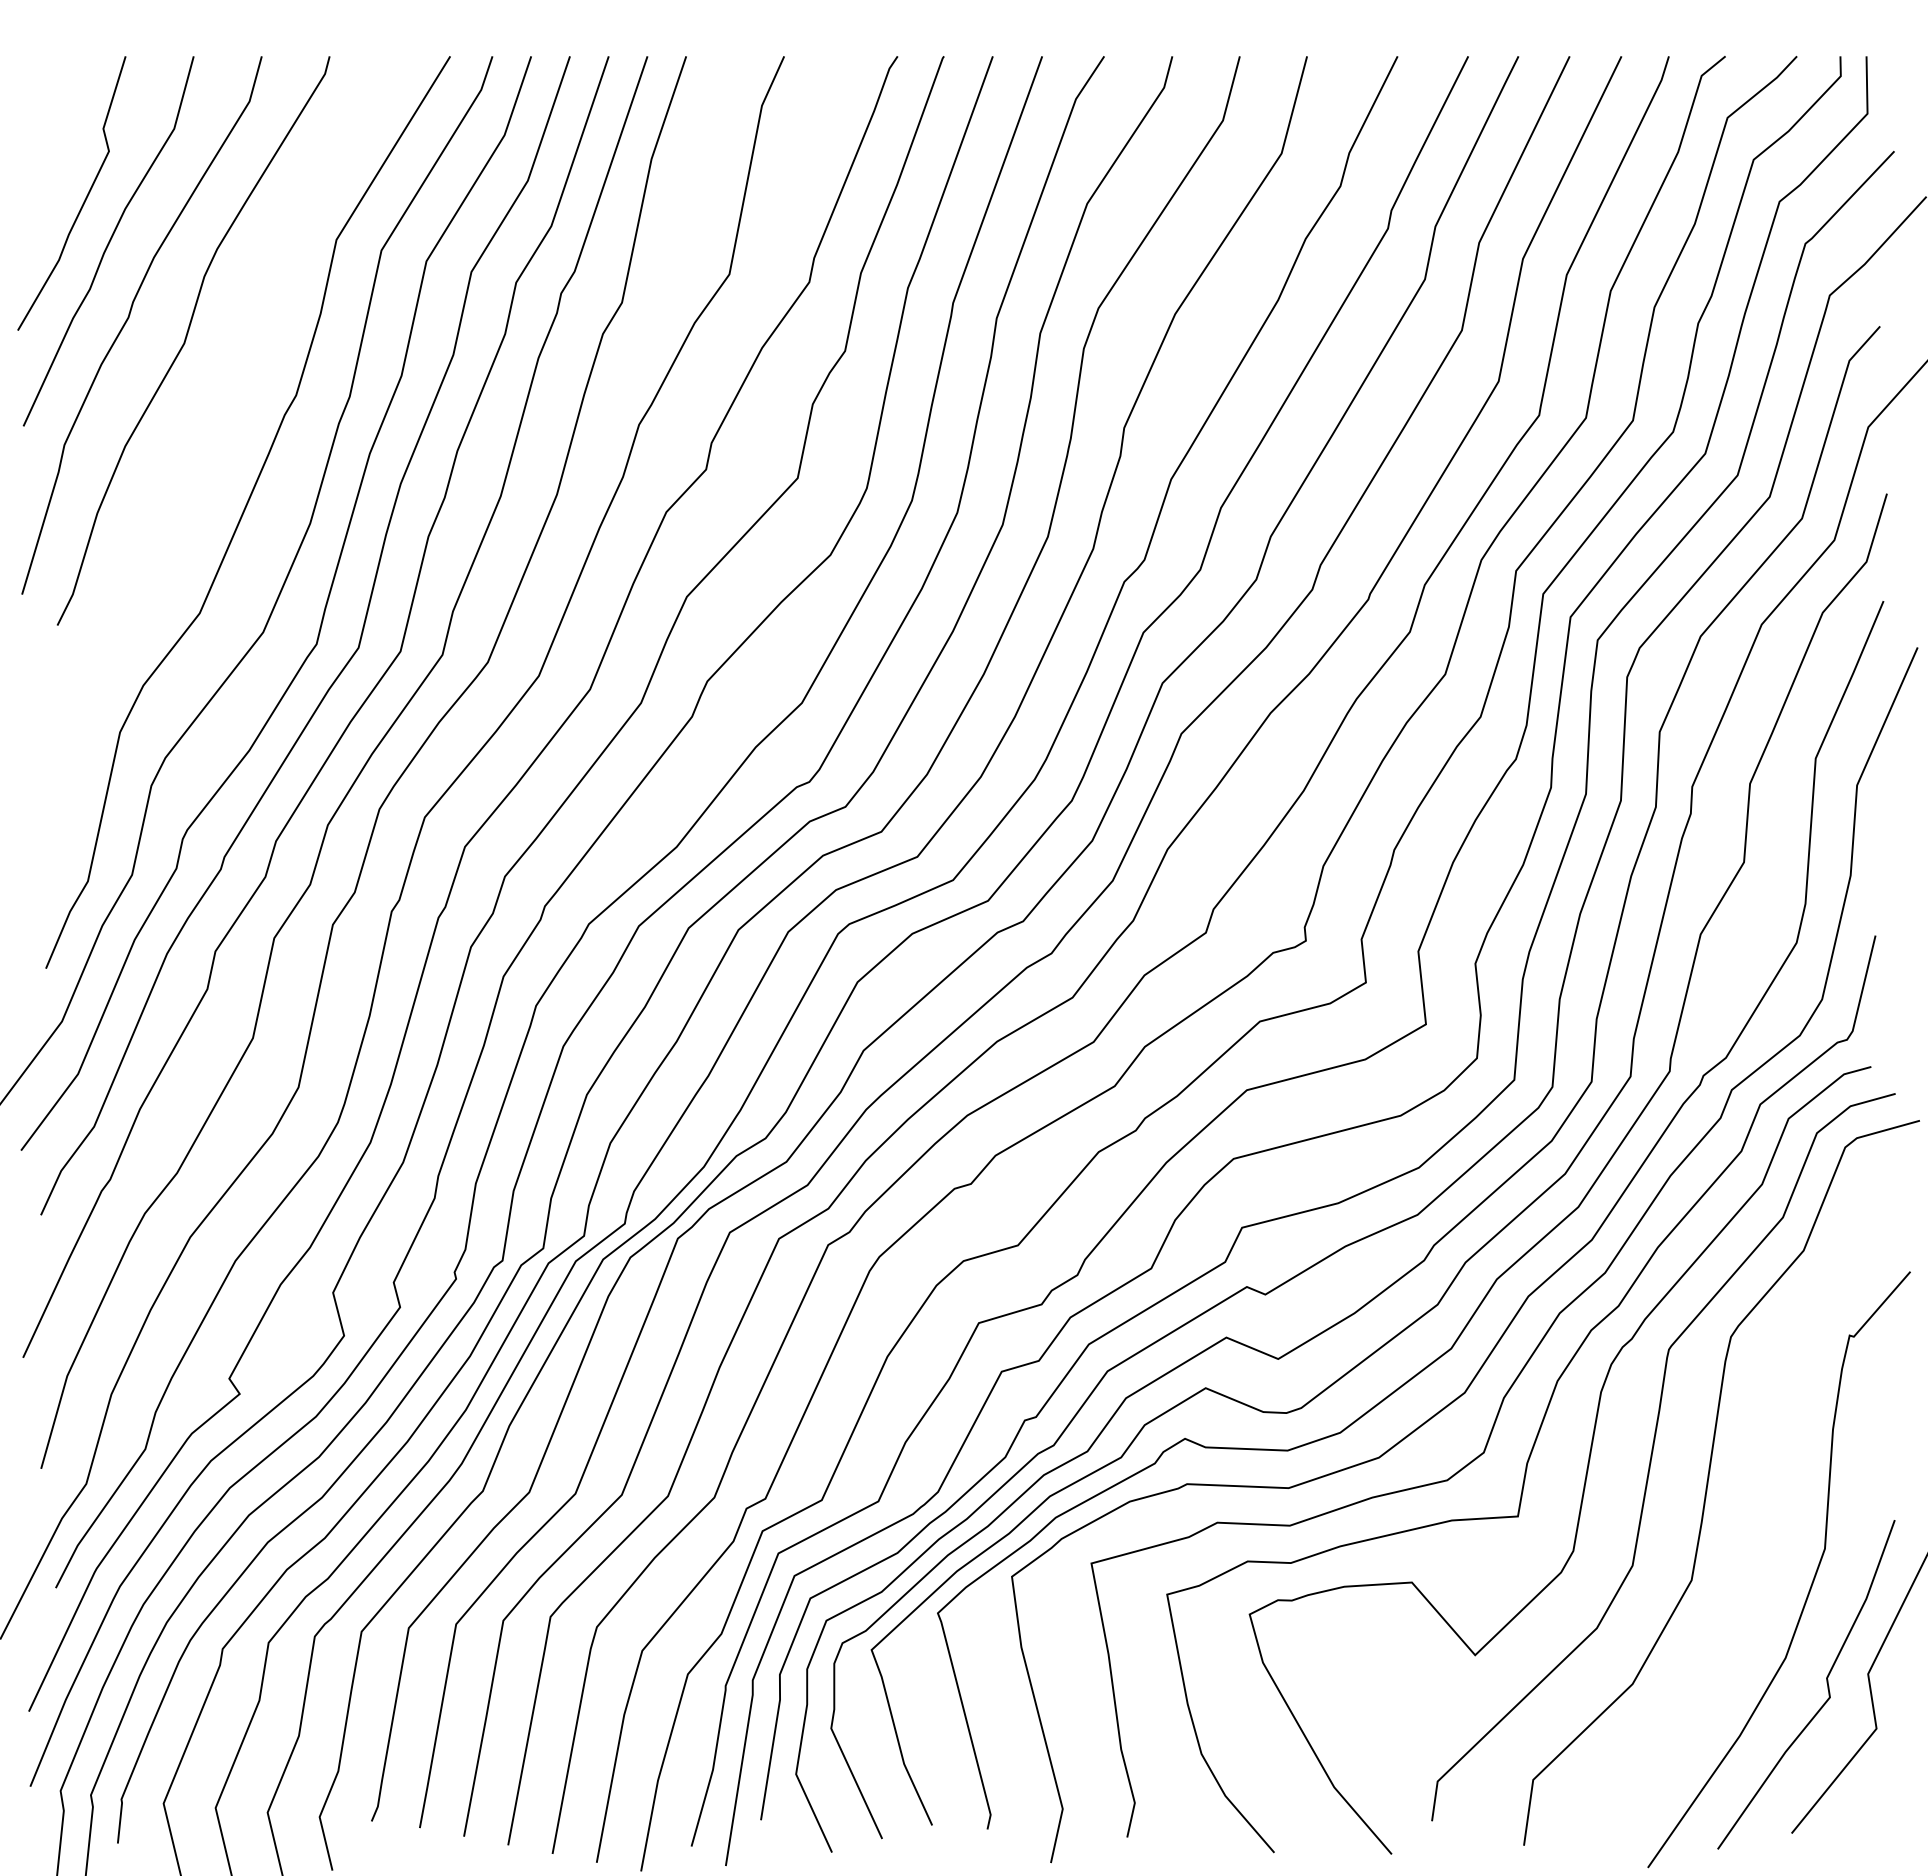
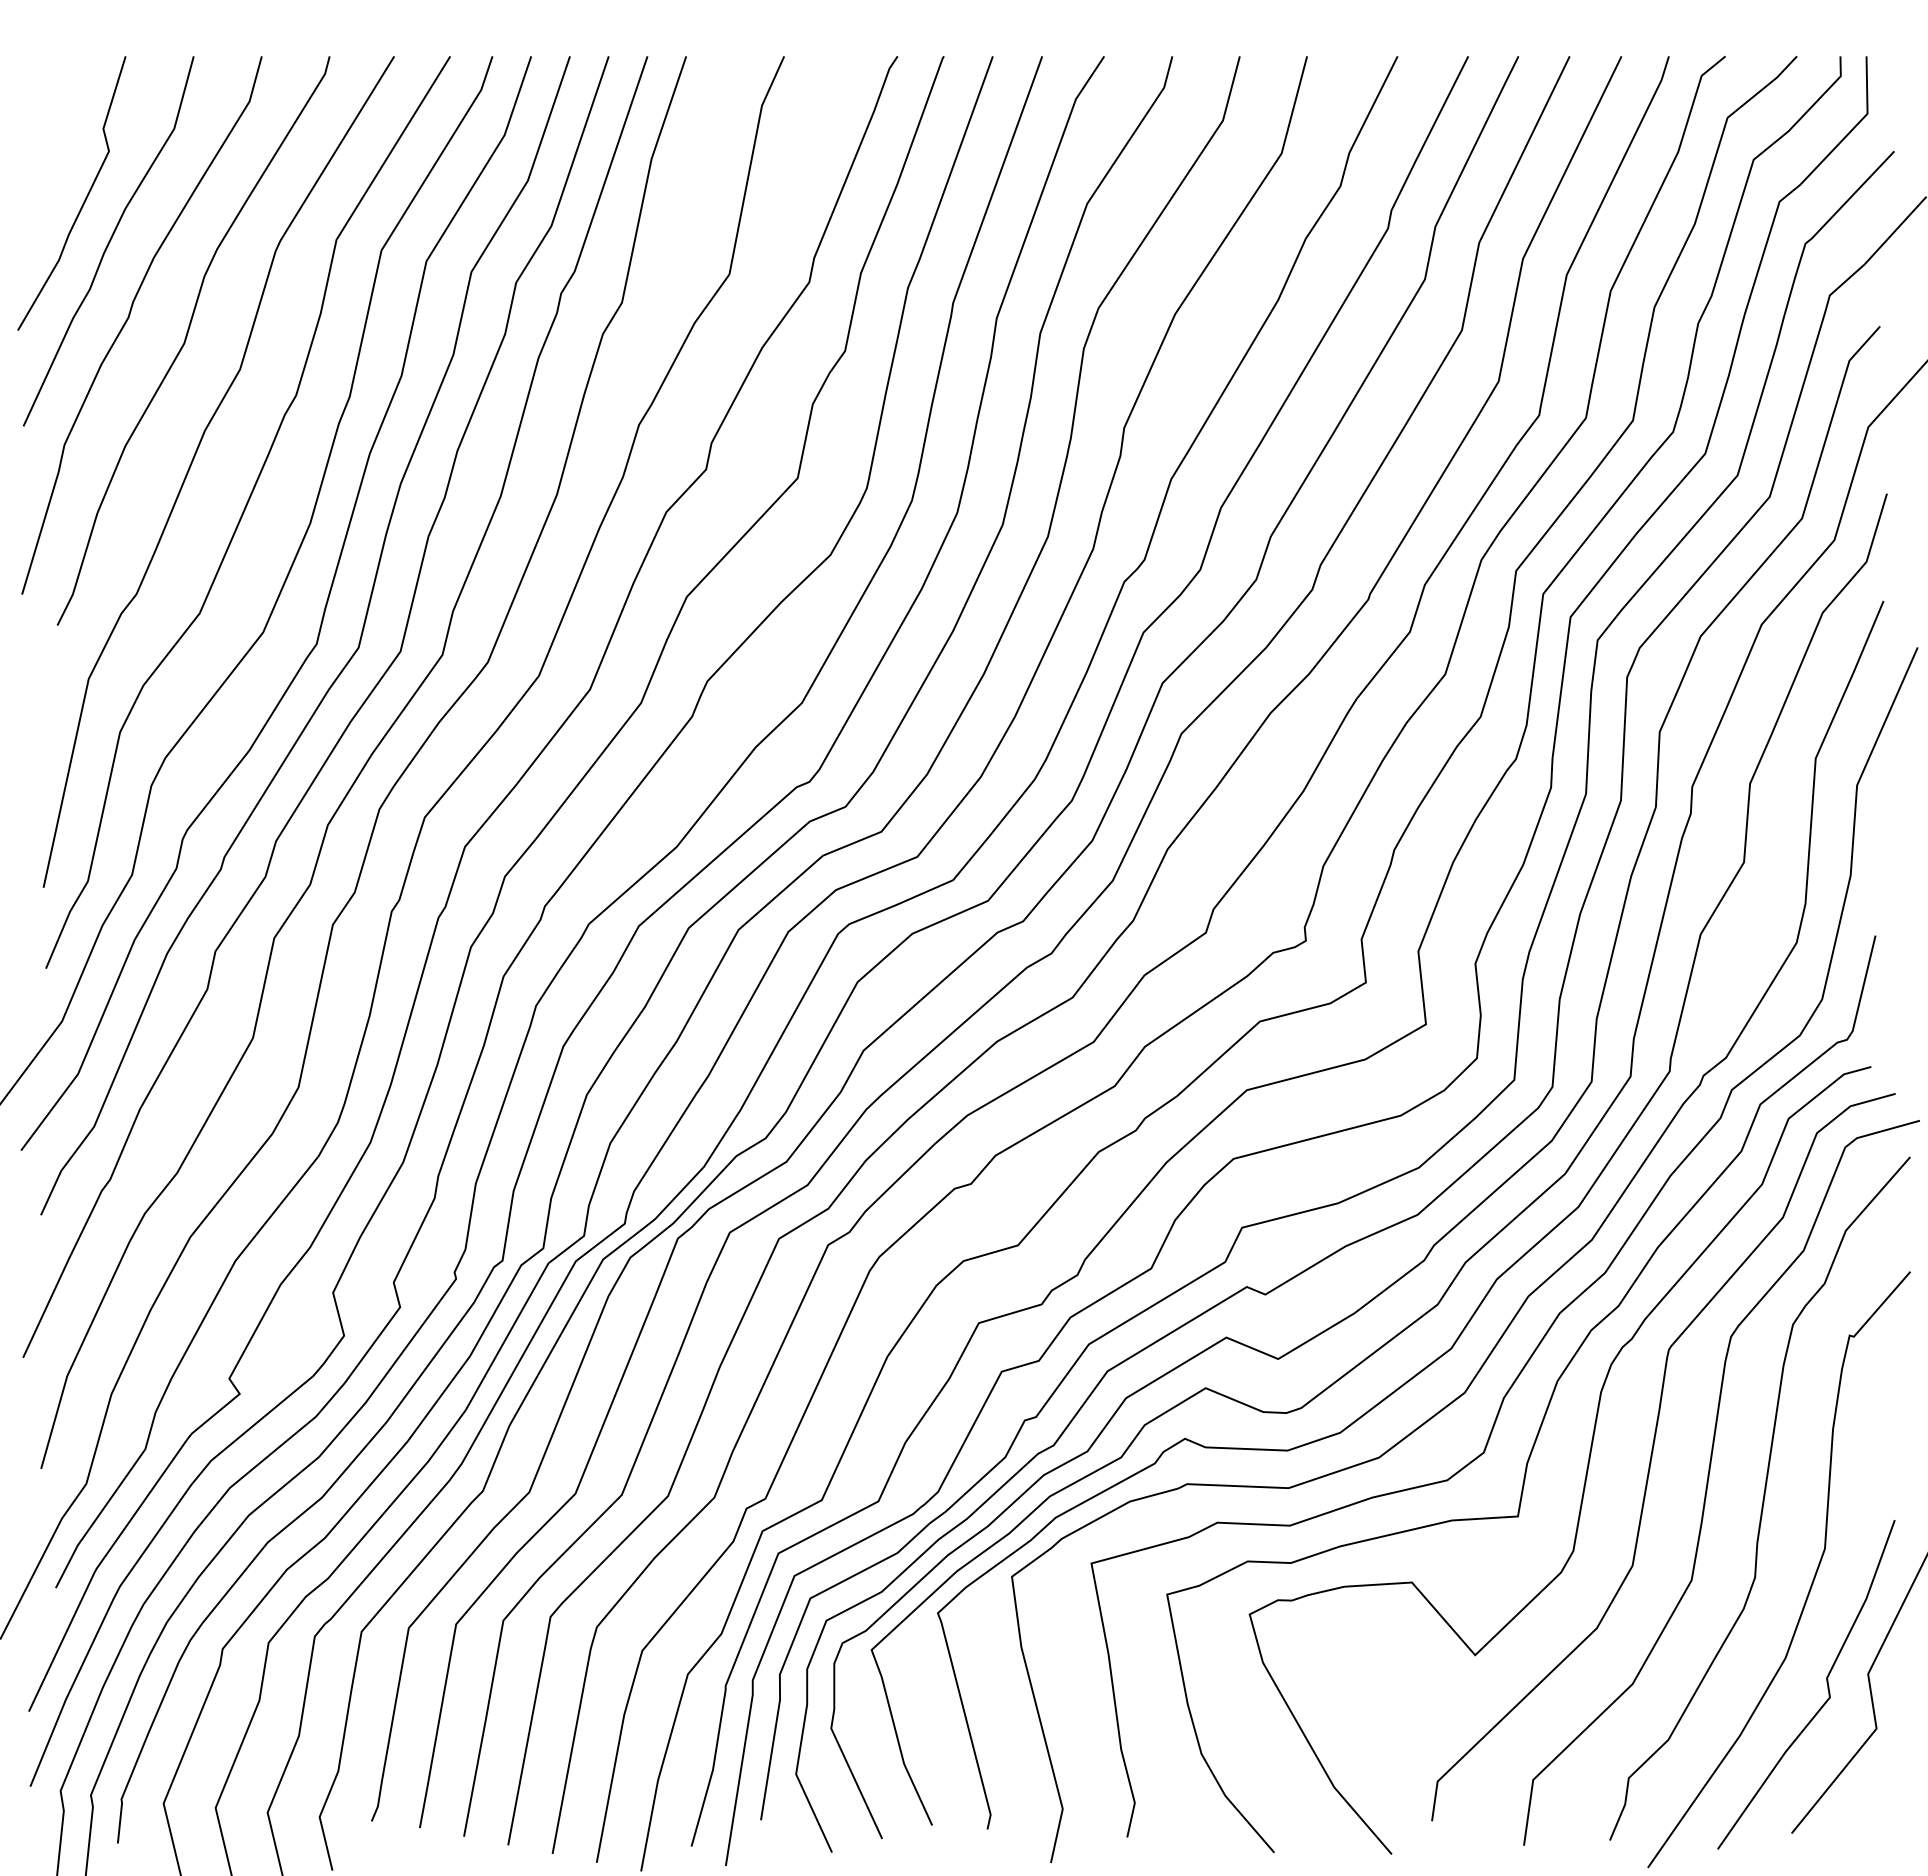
curve at (194, 459): none -> present
curve at (1762, 1499): none -> present
